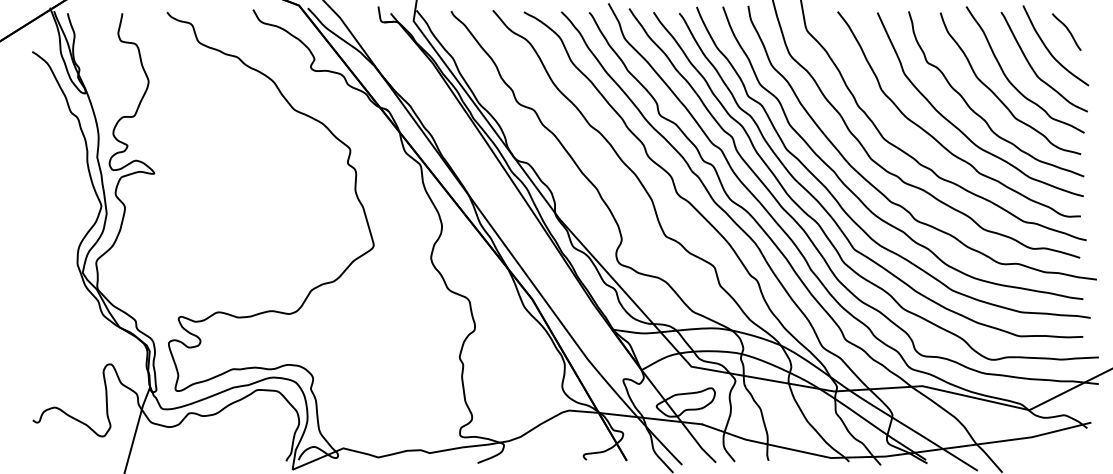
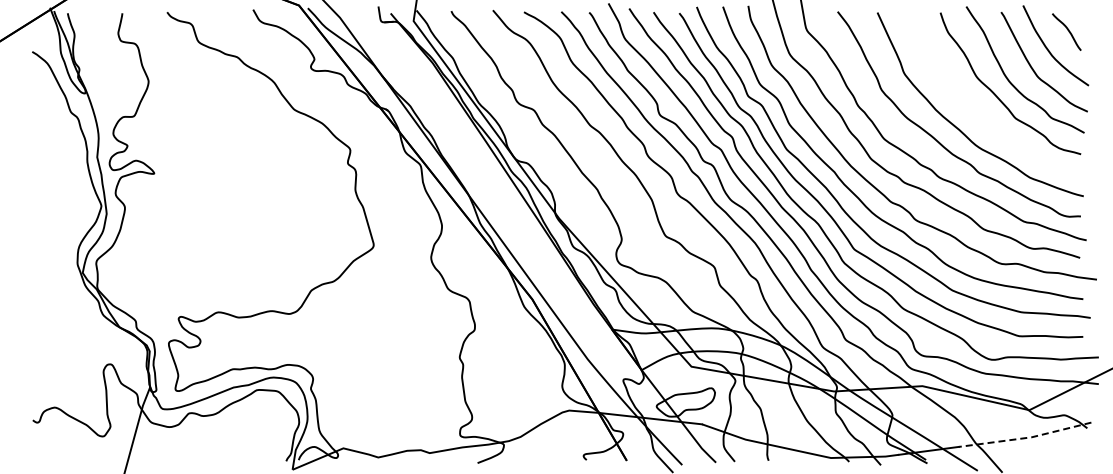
curve at (979, 114): present -> none
line at (1025, 438): solid -> dashed
